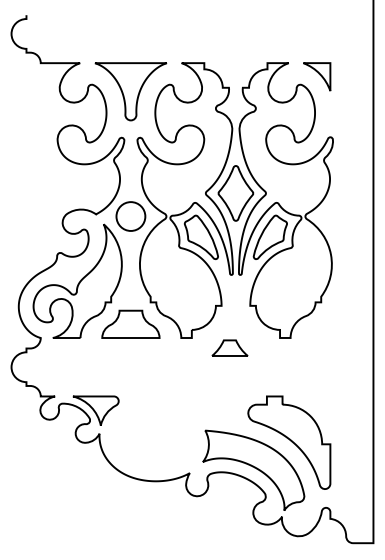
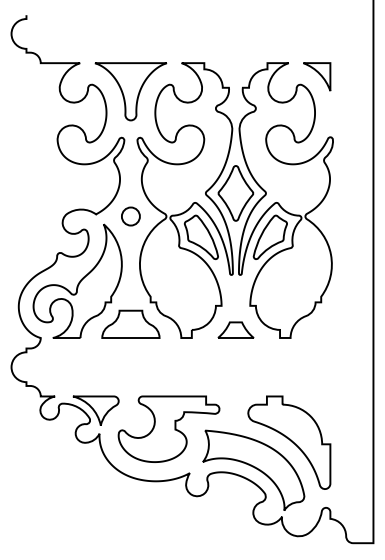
circle at (130, 216) diameter: 29 px -> 18 px
part at (229, 347) position: (229, 347) -> (235, 329)
part at (168, 428): none -> present
